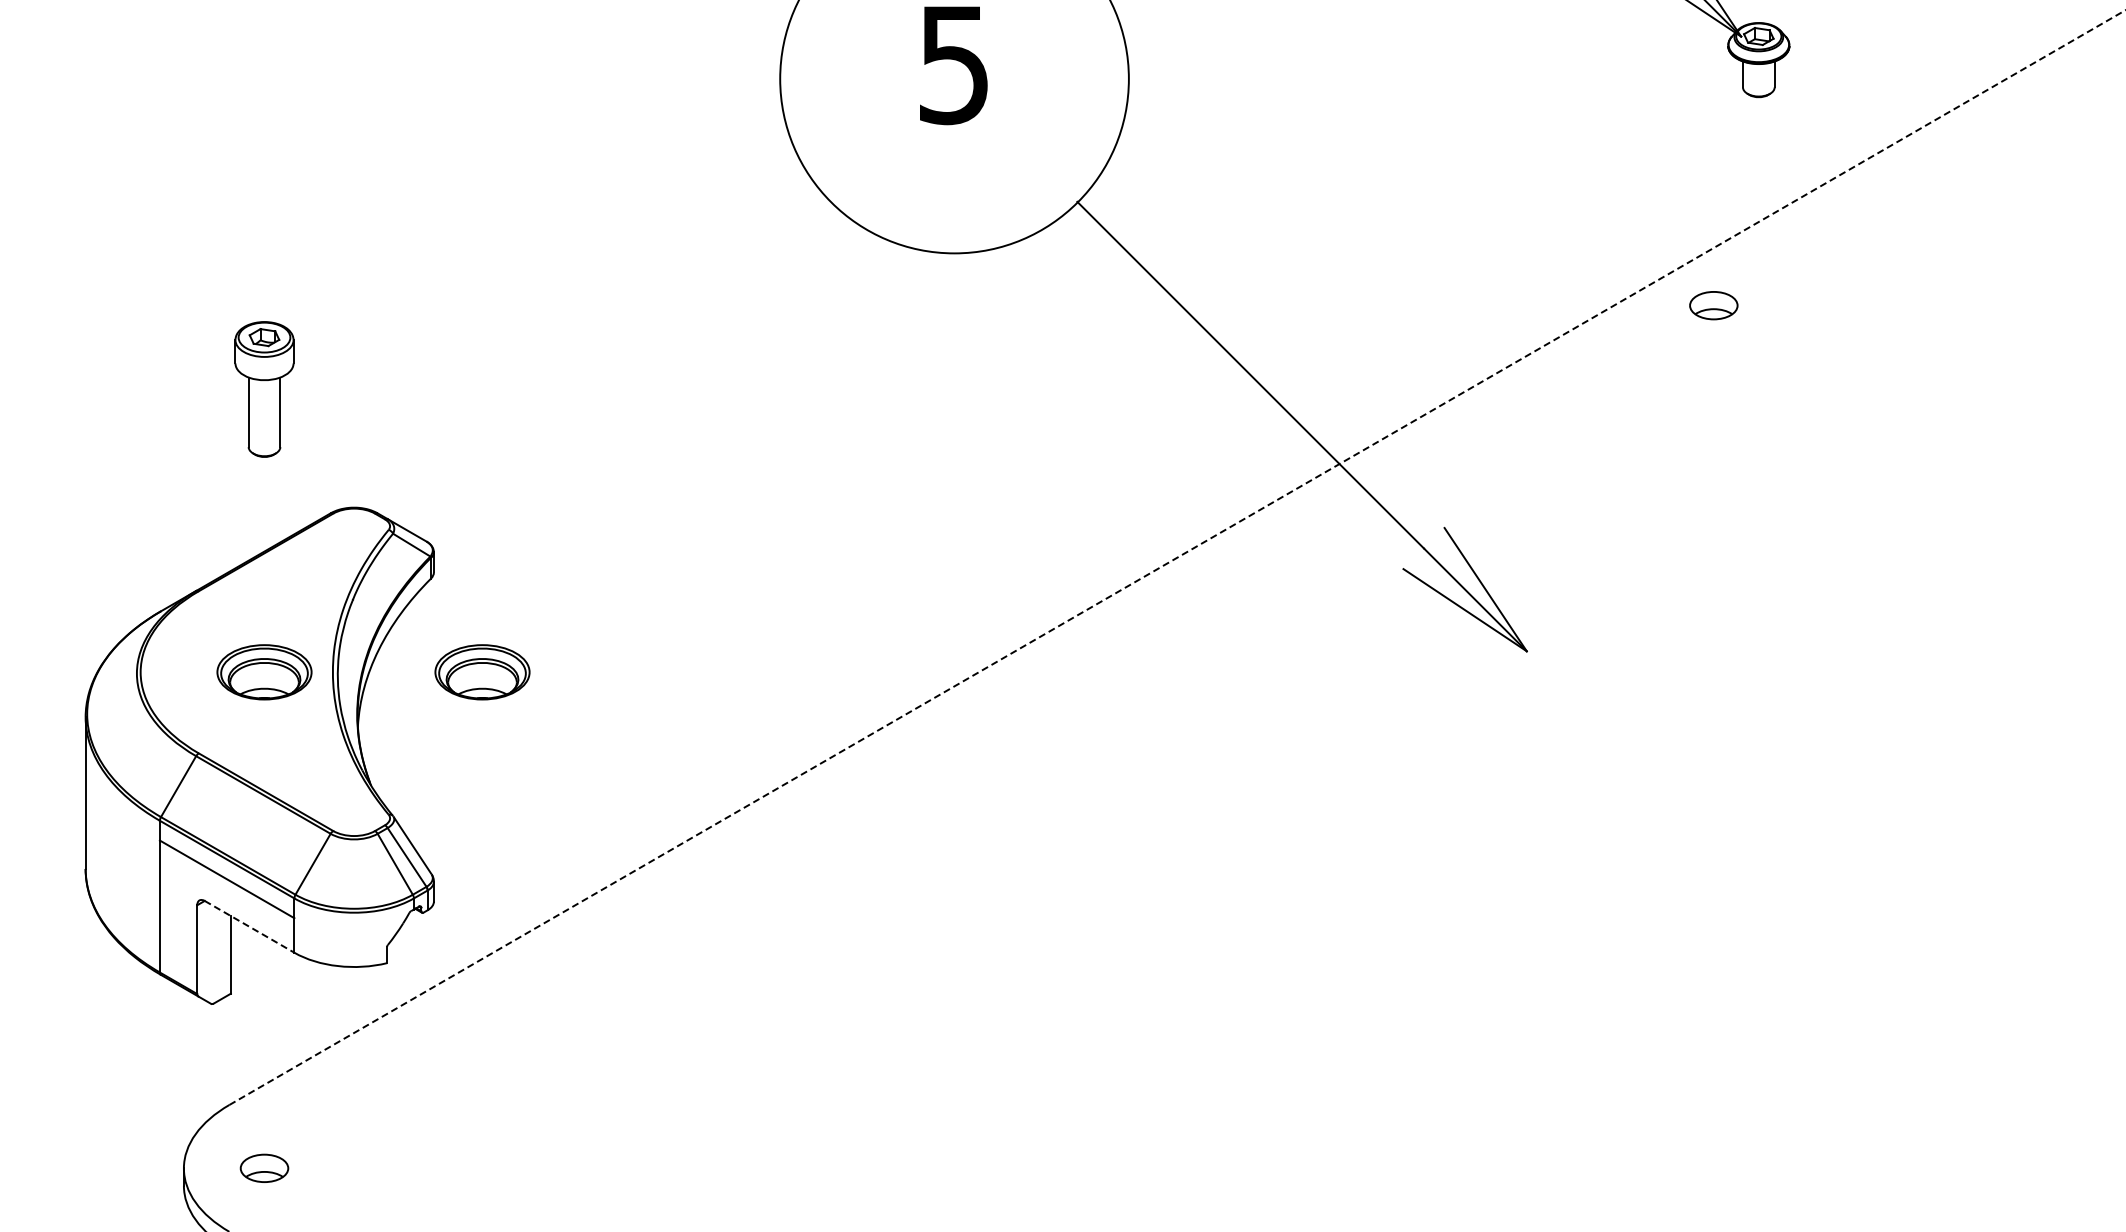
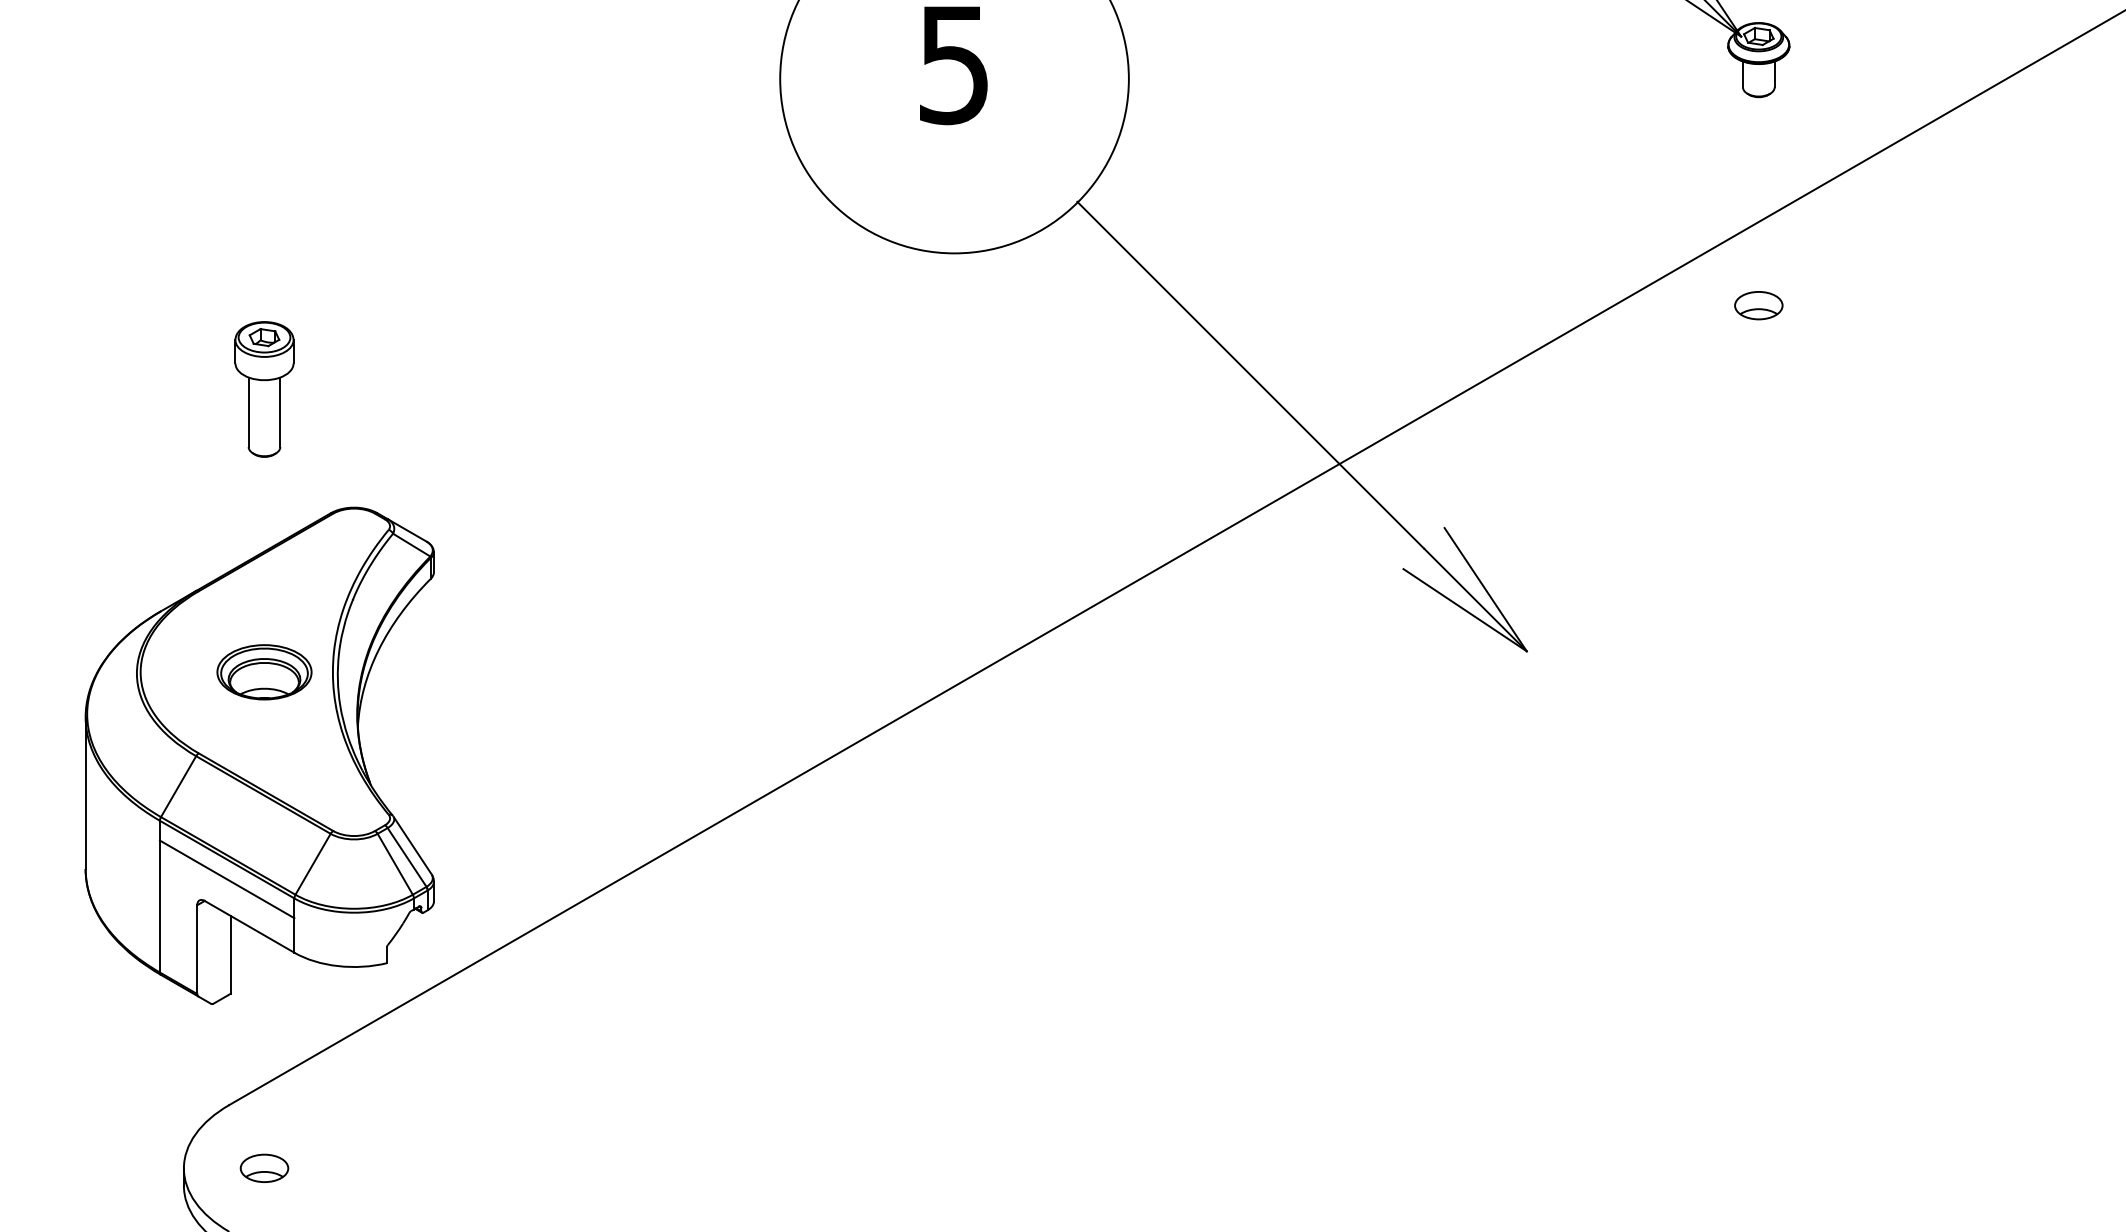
part at (1713, 305) position: (1713, 305) -> (1758, 305)
line at (1177, 557): dashed -> solid
part at (482, 672): present -> none
line at (249, 926): dashed -> solid
